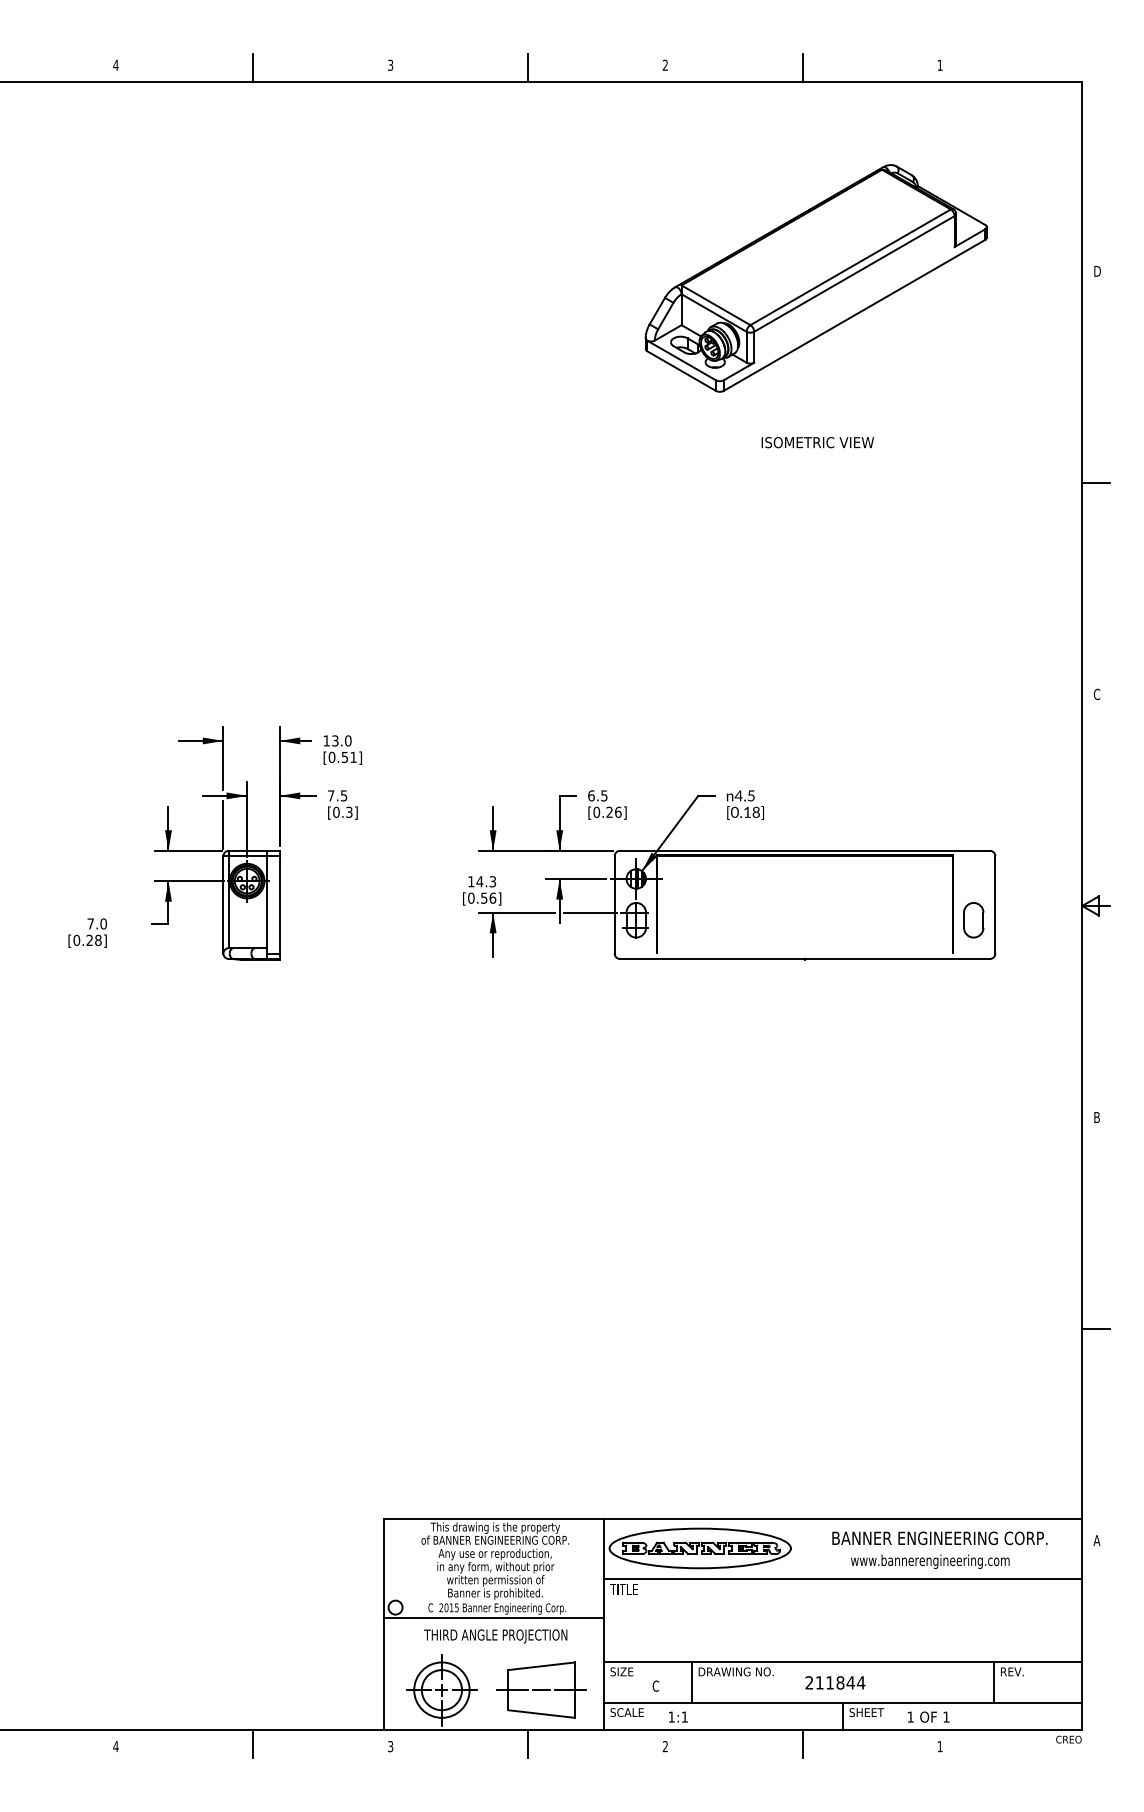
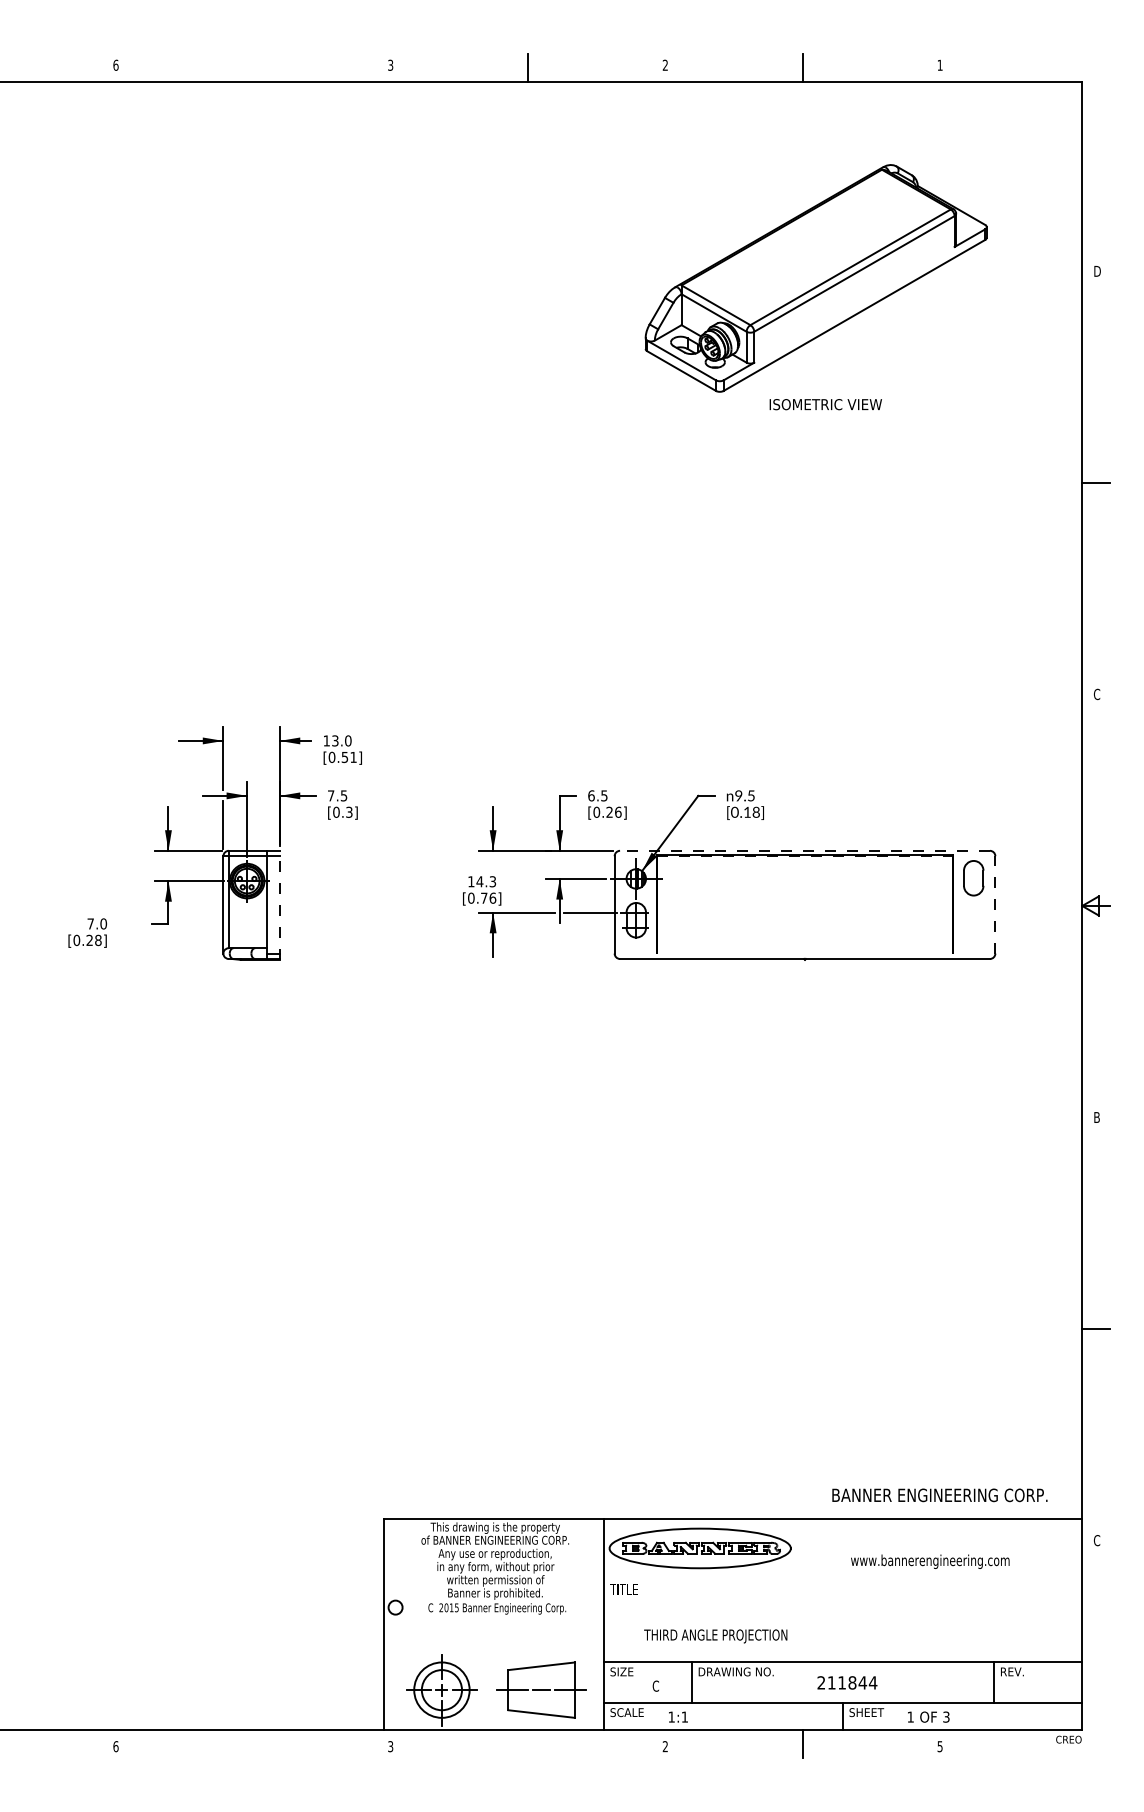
text at (115, 64): 4 -> 6
line at (253, 67): present -> none
text at (817, 442) position: (817, 442) -> (825, 404)
text at (738, 795): 4.5 -> 9.5
line at (805, 850): solid -> dashed
line at (805, 856): solid -> dashed
text at (484, 897): [0.56] -> [0.76]
line at (995, 904): solid -> dashed
line at (279, 905): solid -> dashed
part at (973, 920) position: (973, 920) -> (973, 878)
text at (939, 1538) position: (939, 1538) -> (939, 1495)
text at (1096, 1540): A -> C
line at (843, 1578): present -> none
line at (494, 1618): present -> none
text at (495, 1636) position: (495, 1636) -> (715, 1636)
text at (835, 1682) position: (835, 1682) -> (847, 1682)
text at (946, 1716): 1 -> 3
line at (253, 1743): present -> none
line at (528, 1743): present -> none
text at (115, 1746): 4 -> 6
text at (939, 1746): 1 -> 5
